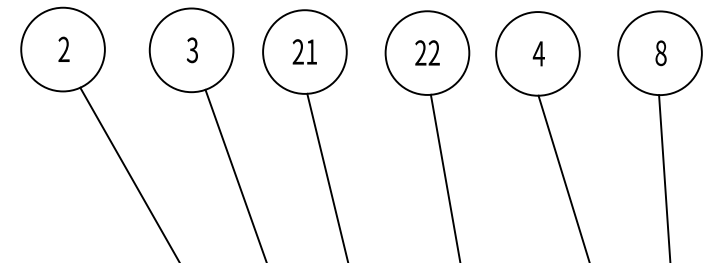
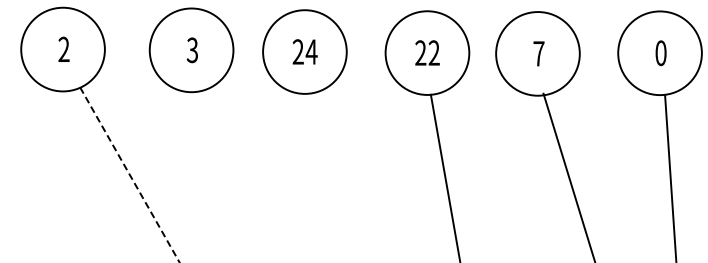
text at (311, 51): 21 -> 24
text at (538, 53): 4 -> 7
text at (660, 53): 8 -> 0
line at (129, 174): solid -> dashed
line at (235, 174): present -> none
line at (327, 176): present -> none
line at (563, 177) position: (563, 177) -> (568, 176)
line at (664, 177) position: (664, 177) -> (670, 177)
